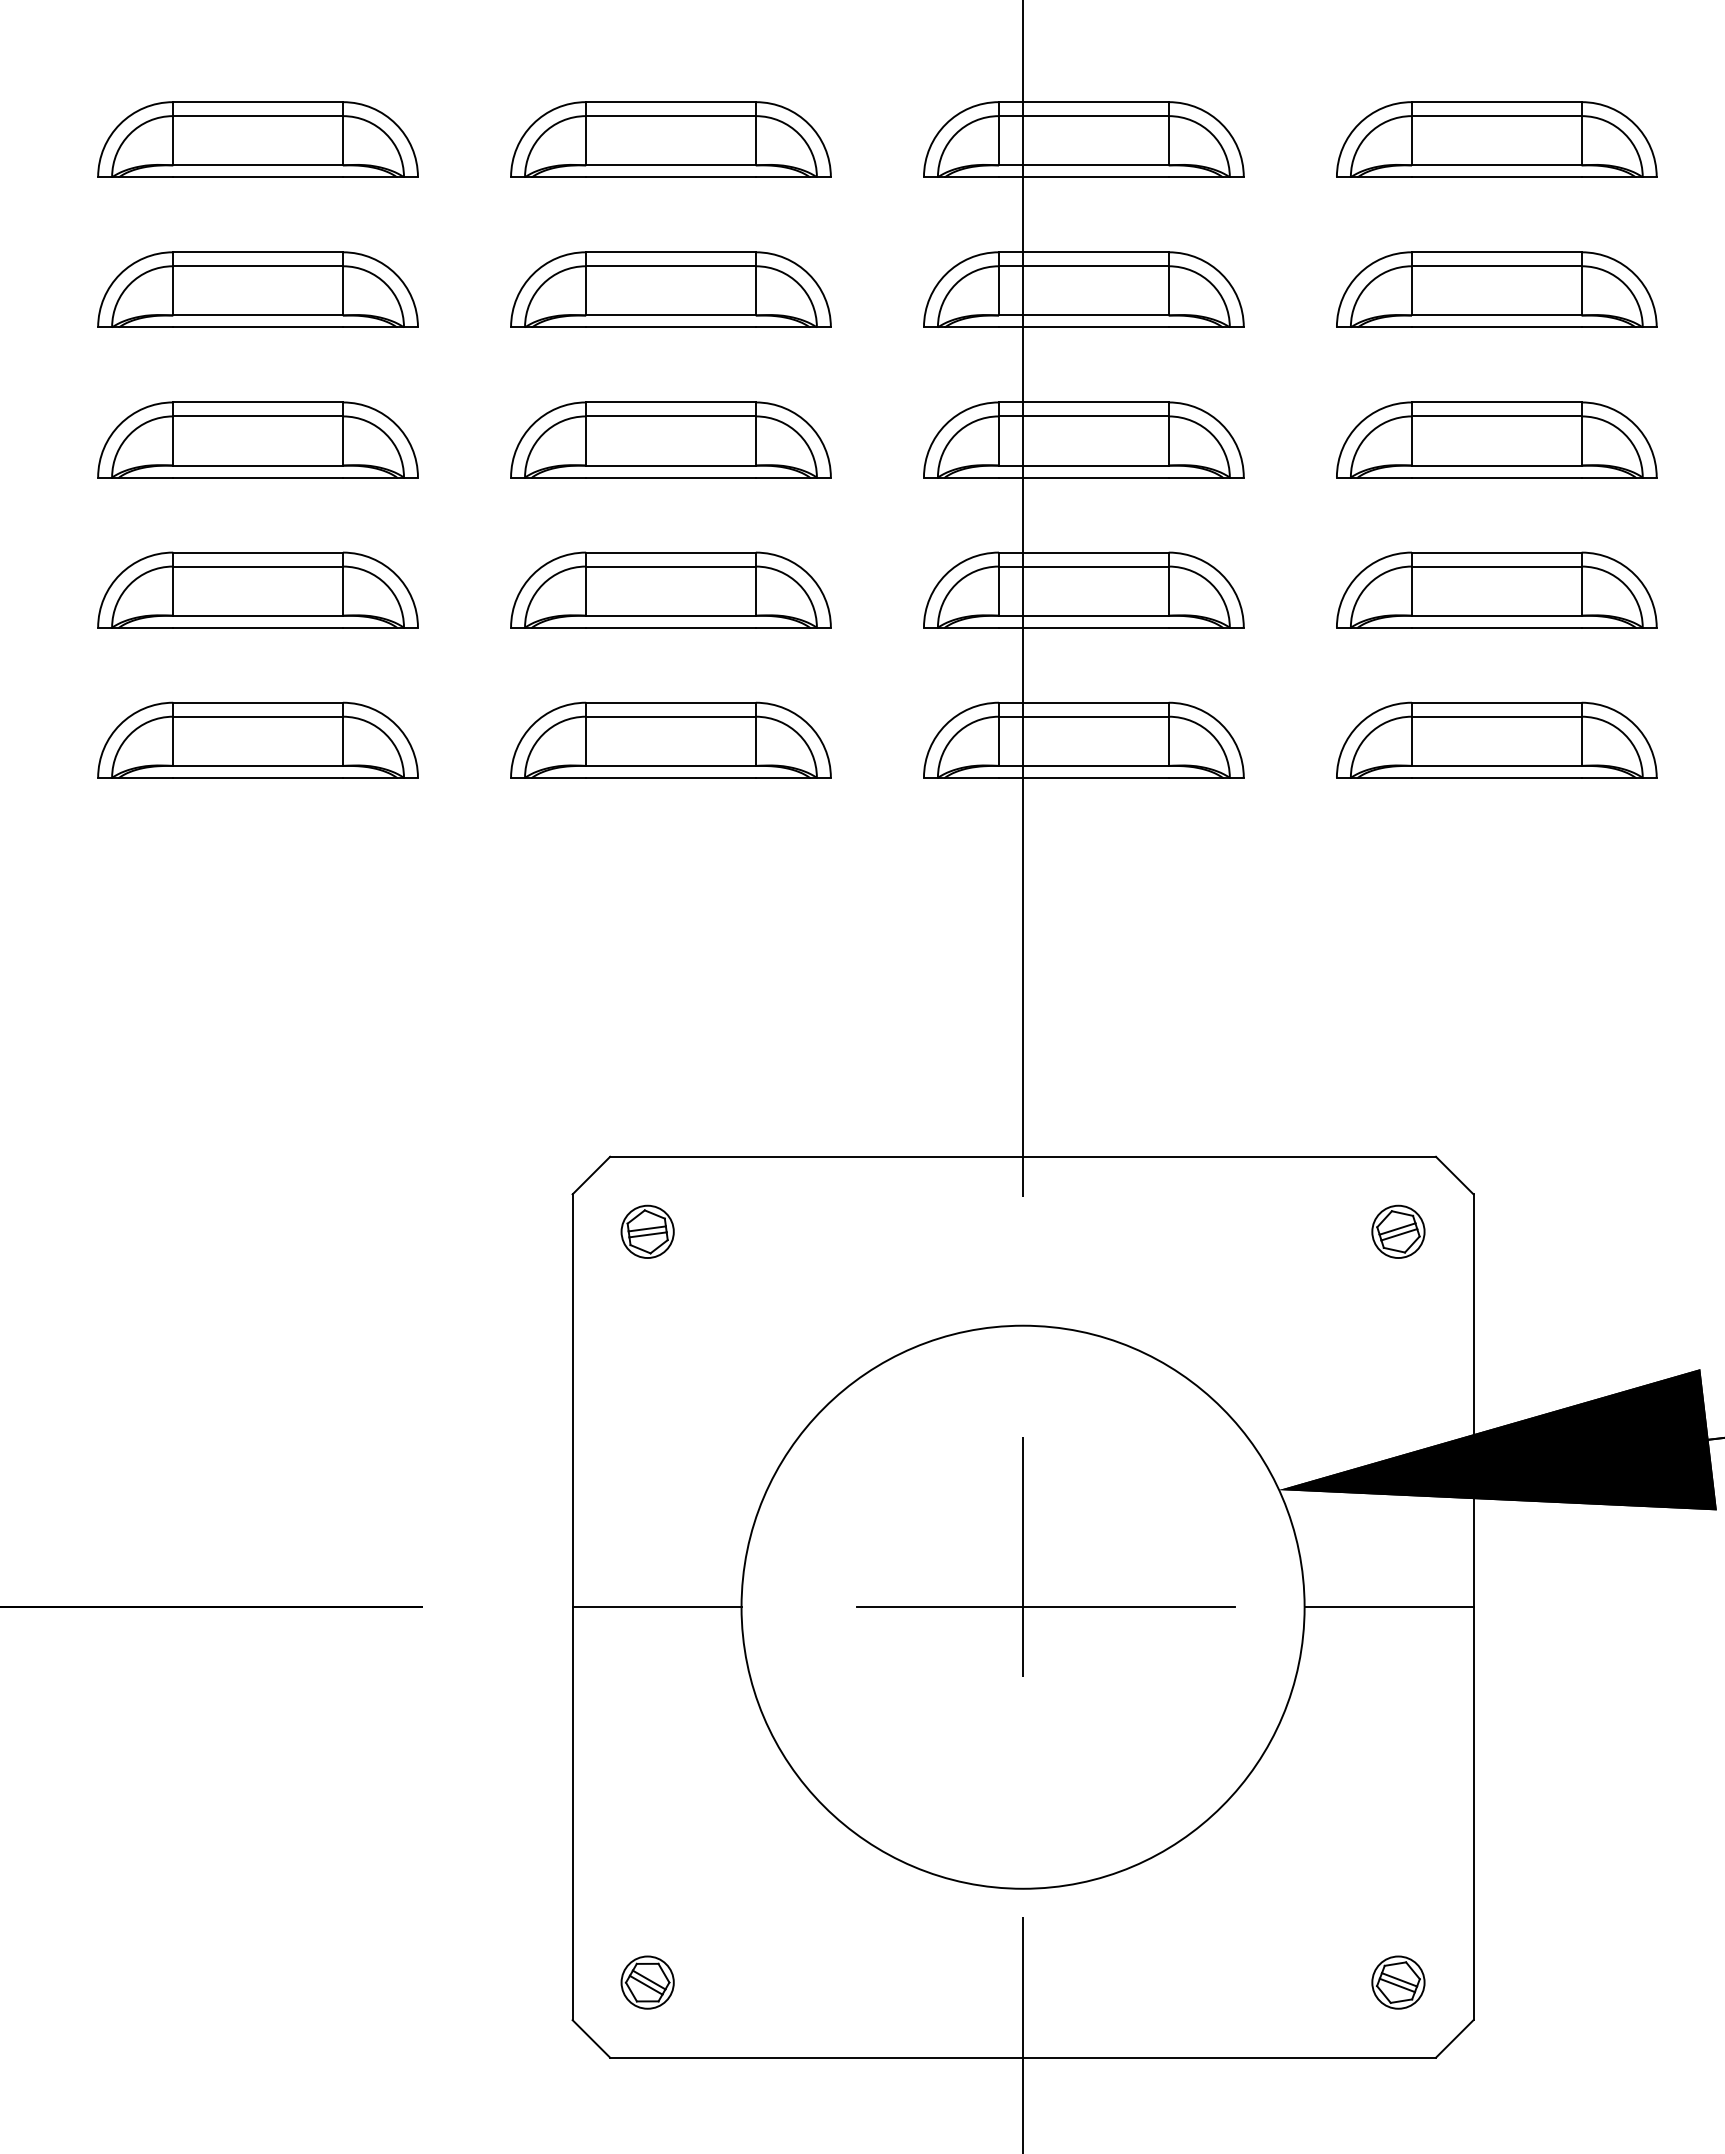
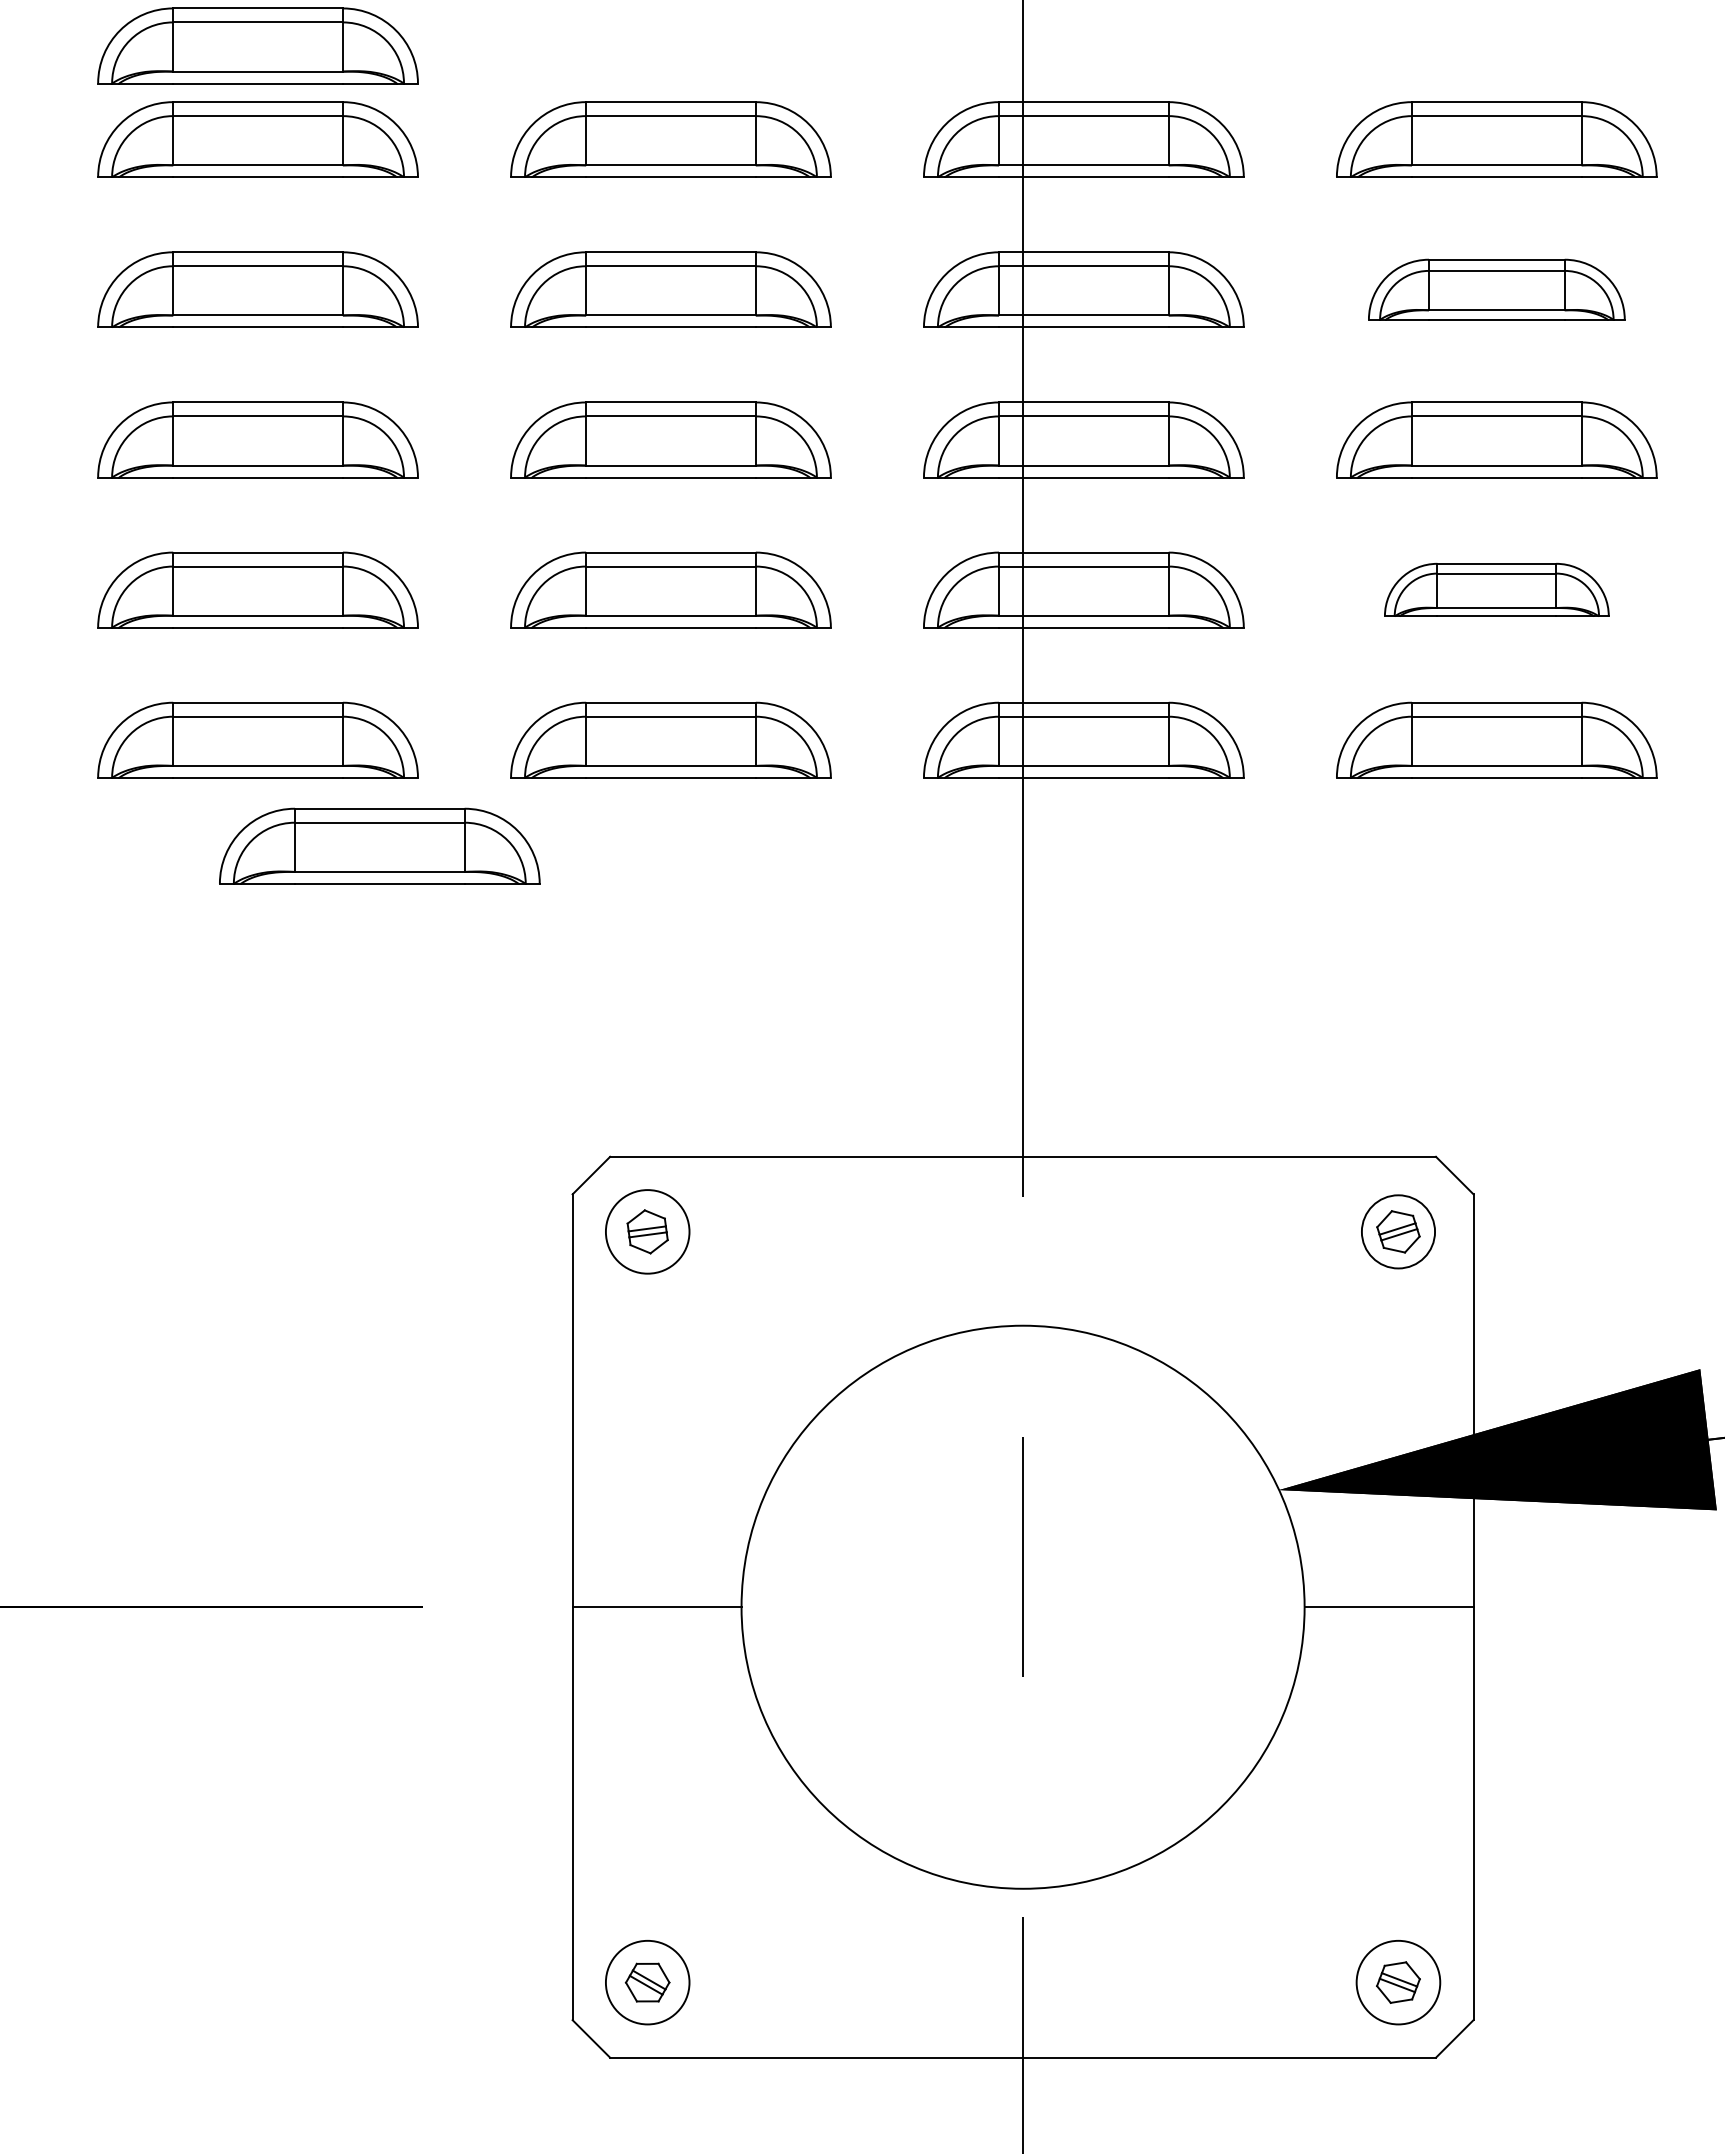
part at (257, 45): none -> present
part at (1496, 289) size: 322x77 px -> 258x63 px
part at (1496, 589) size: 322x78 px -> 226x55 px
part at (379, 845): none -> present
circle at (647, 1231) diameter: 52 px -> 84 px
circle at (1398, 1231) diameter: 52 px -> 73 px
line at (1045, 1607): present -> none
circle at (647, 1982) diameter: 52 px -> 84 px
circle at (1398, 1982) diameter: 52 px -> 84 px
